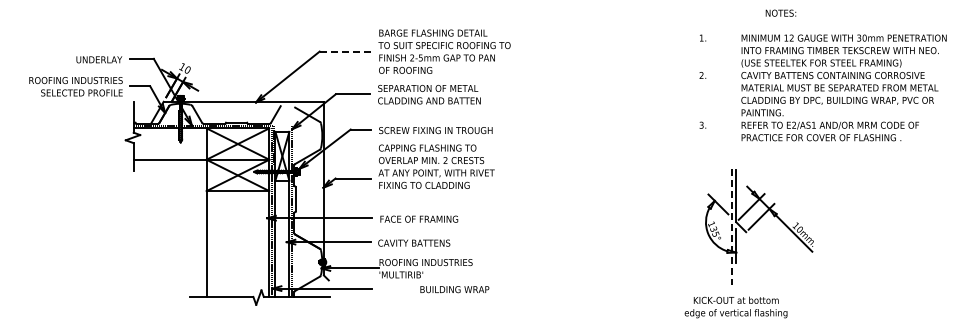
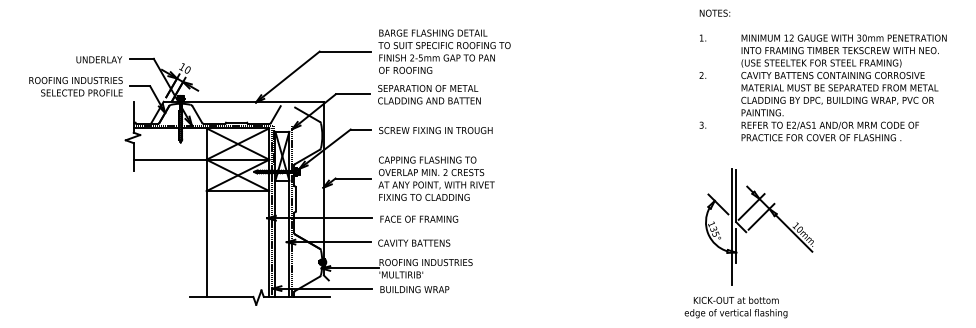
text at (780, 12) position: (780, 12) -> (714, 12)
line at (345, 51): dashed -> solid
text at (436, 166) position: (436, 166) -> (436, 178)
line at (731, 227): dashed -> solid
text at (454, 289) position: (454, 289) -> (414, 289)
